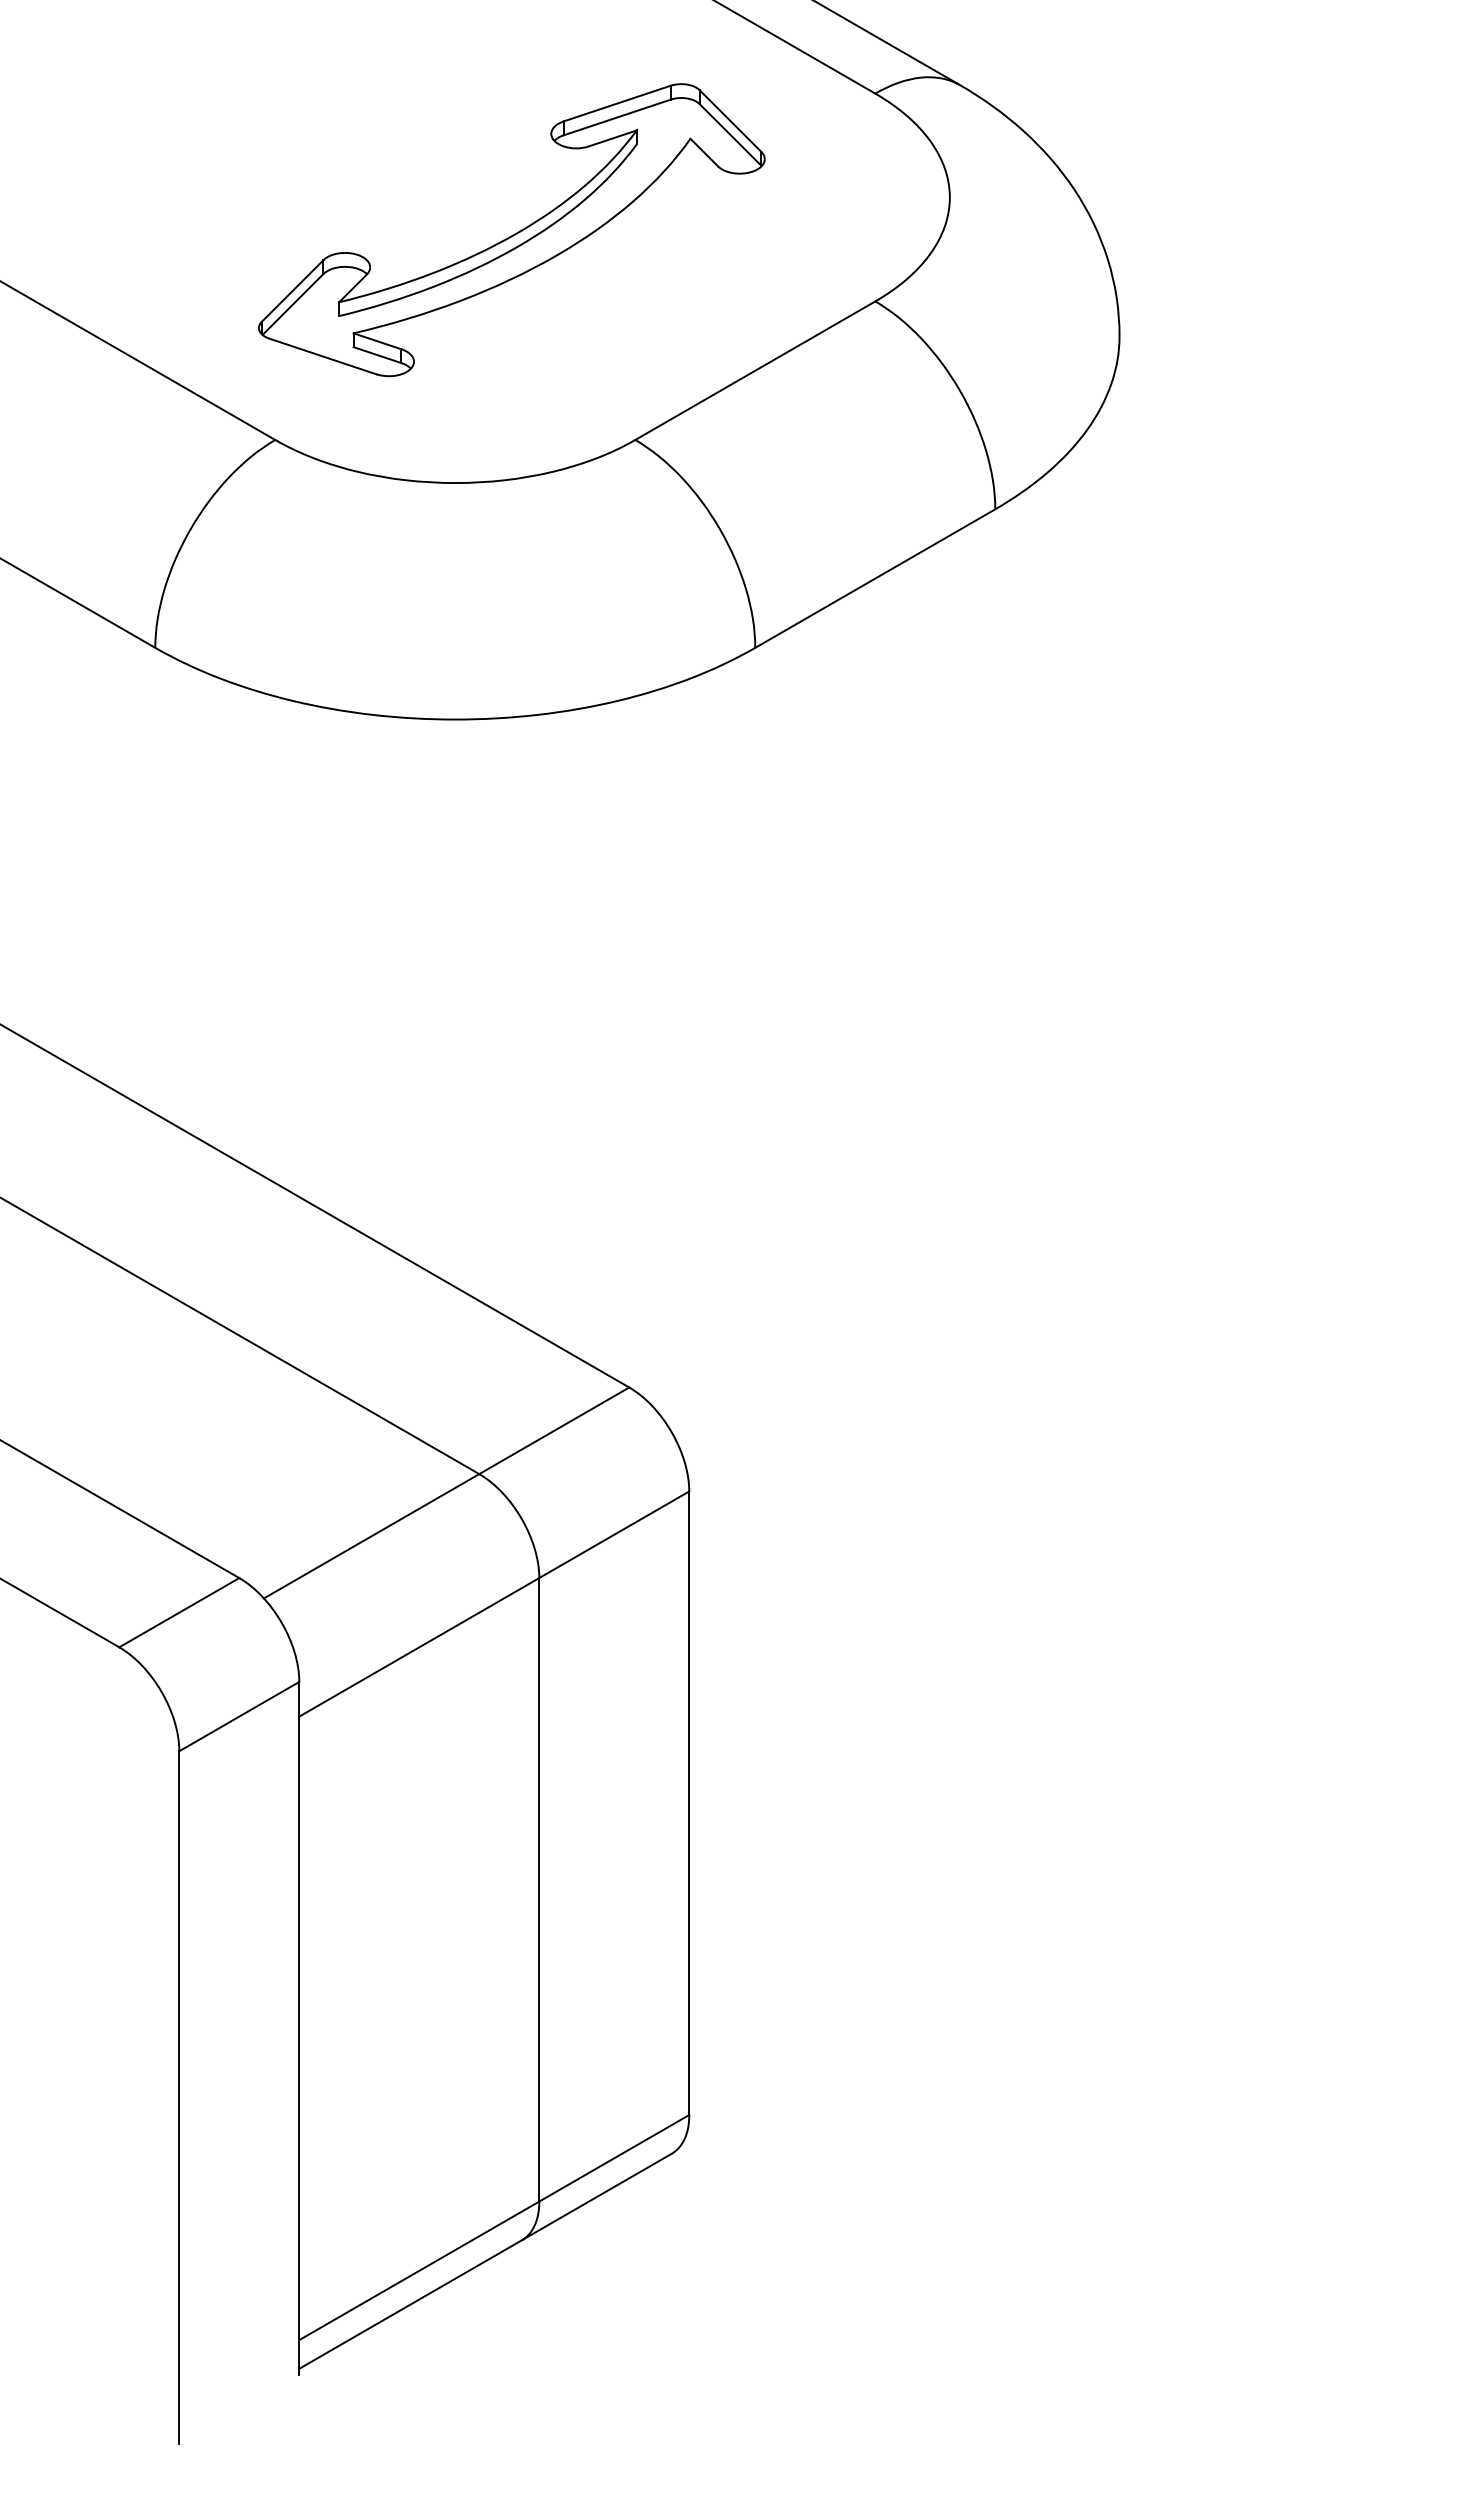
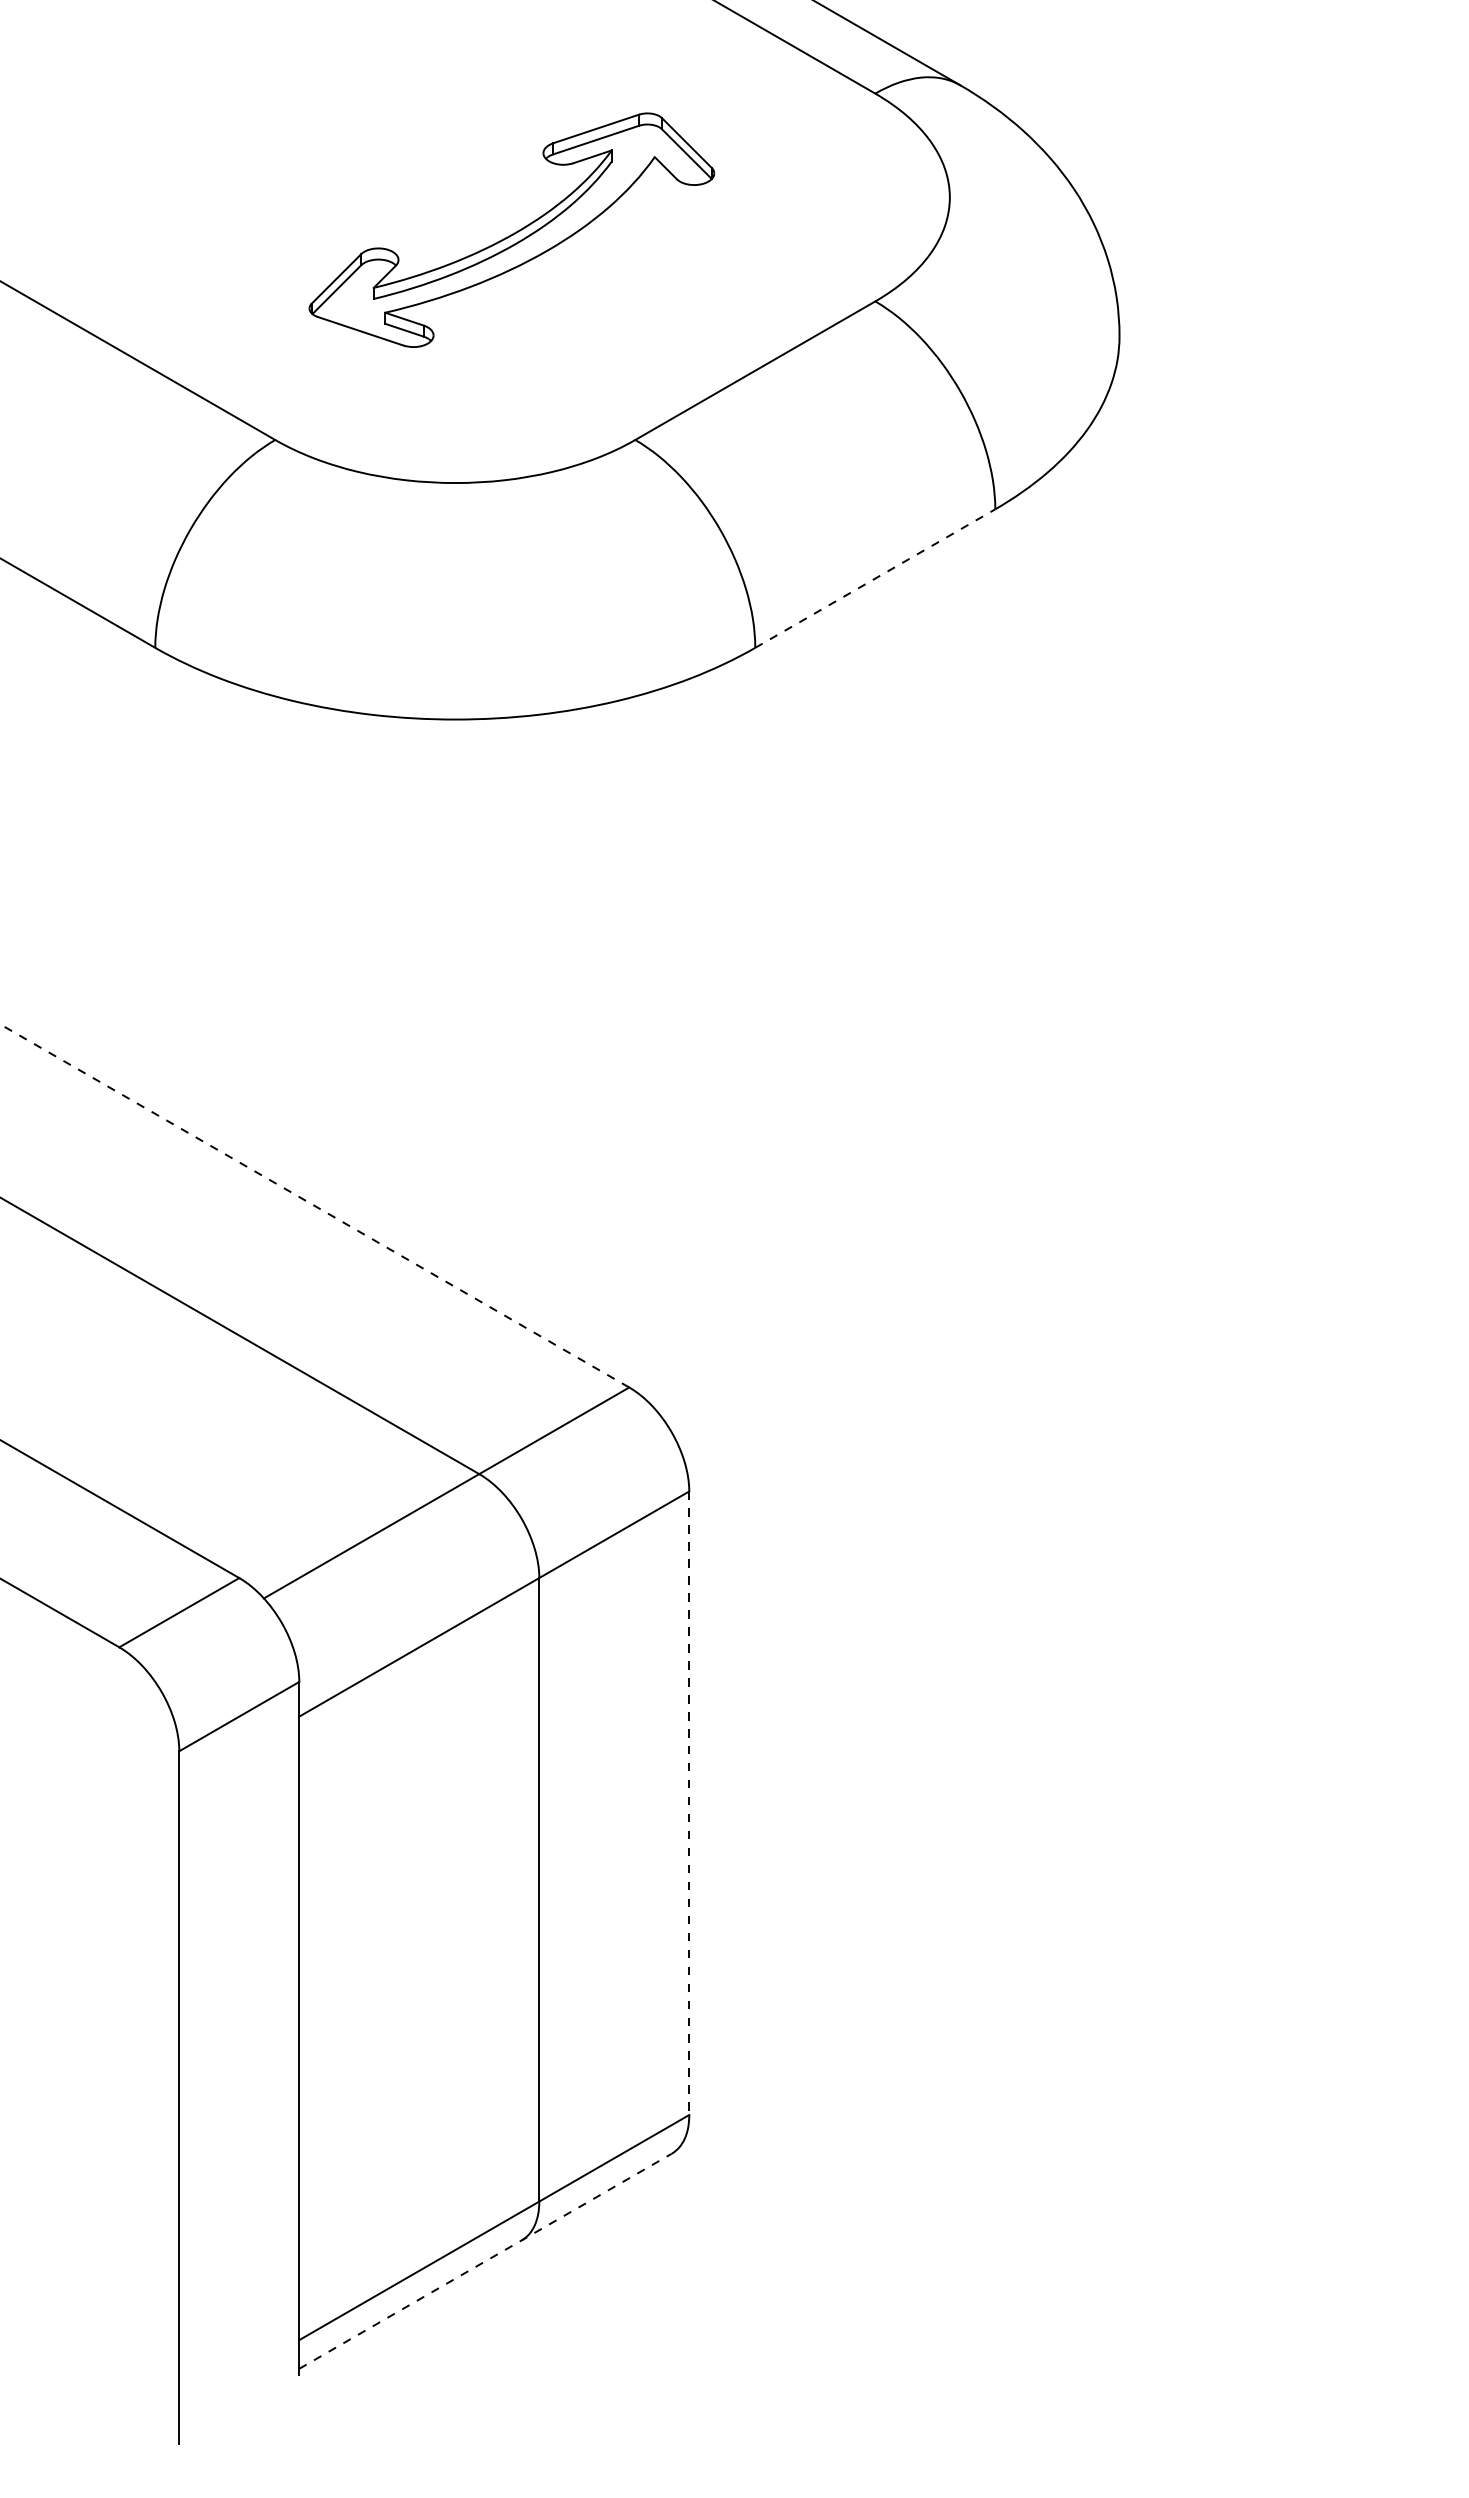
part at (511, 230) size: 508x295 px -> 408x236 px
line at (875, 578): solid -> dashed
line at (314, 1206): solid -> dashed
line at (689, 1803): solid -> dashed
line at (485, 2261): solid -> dashed
